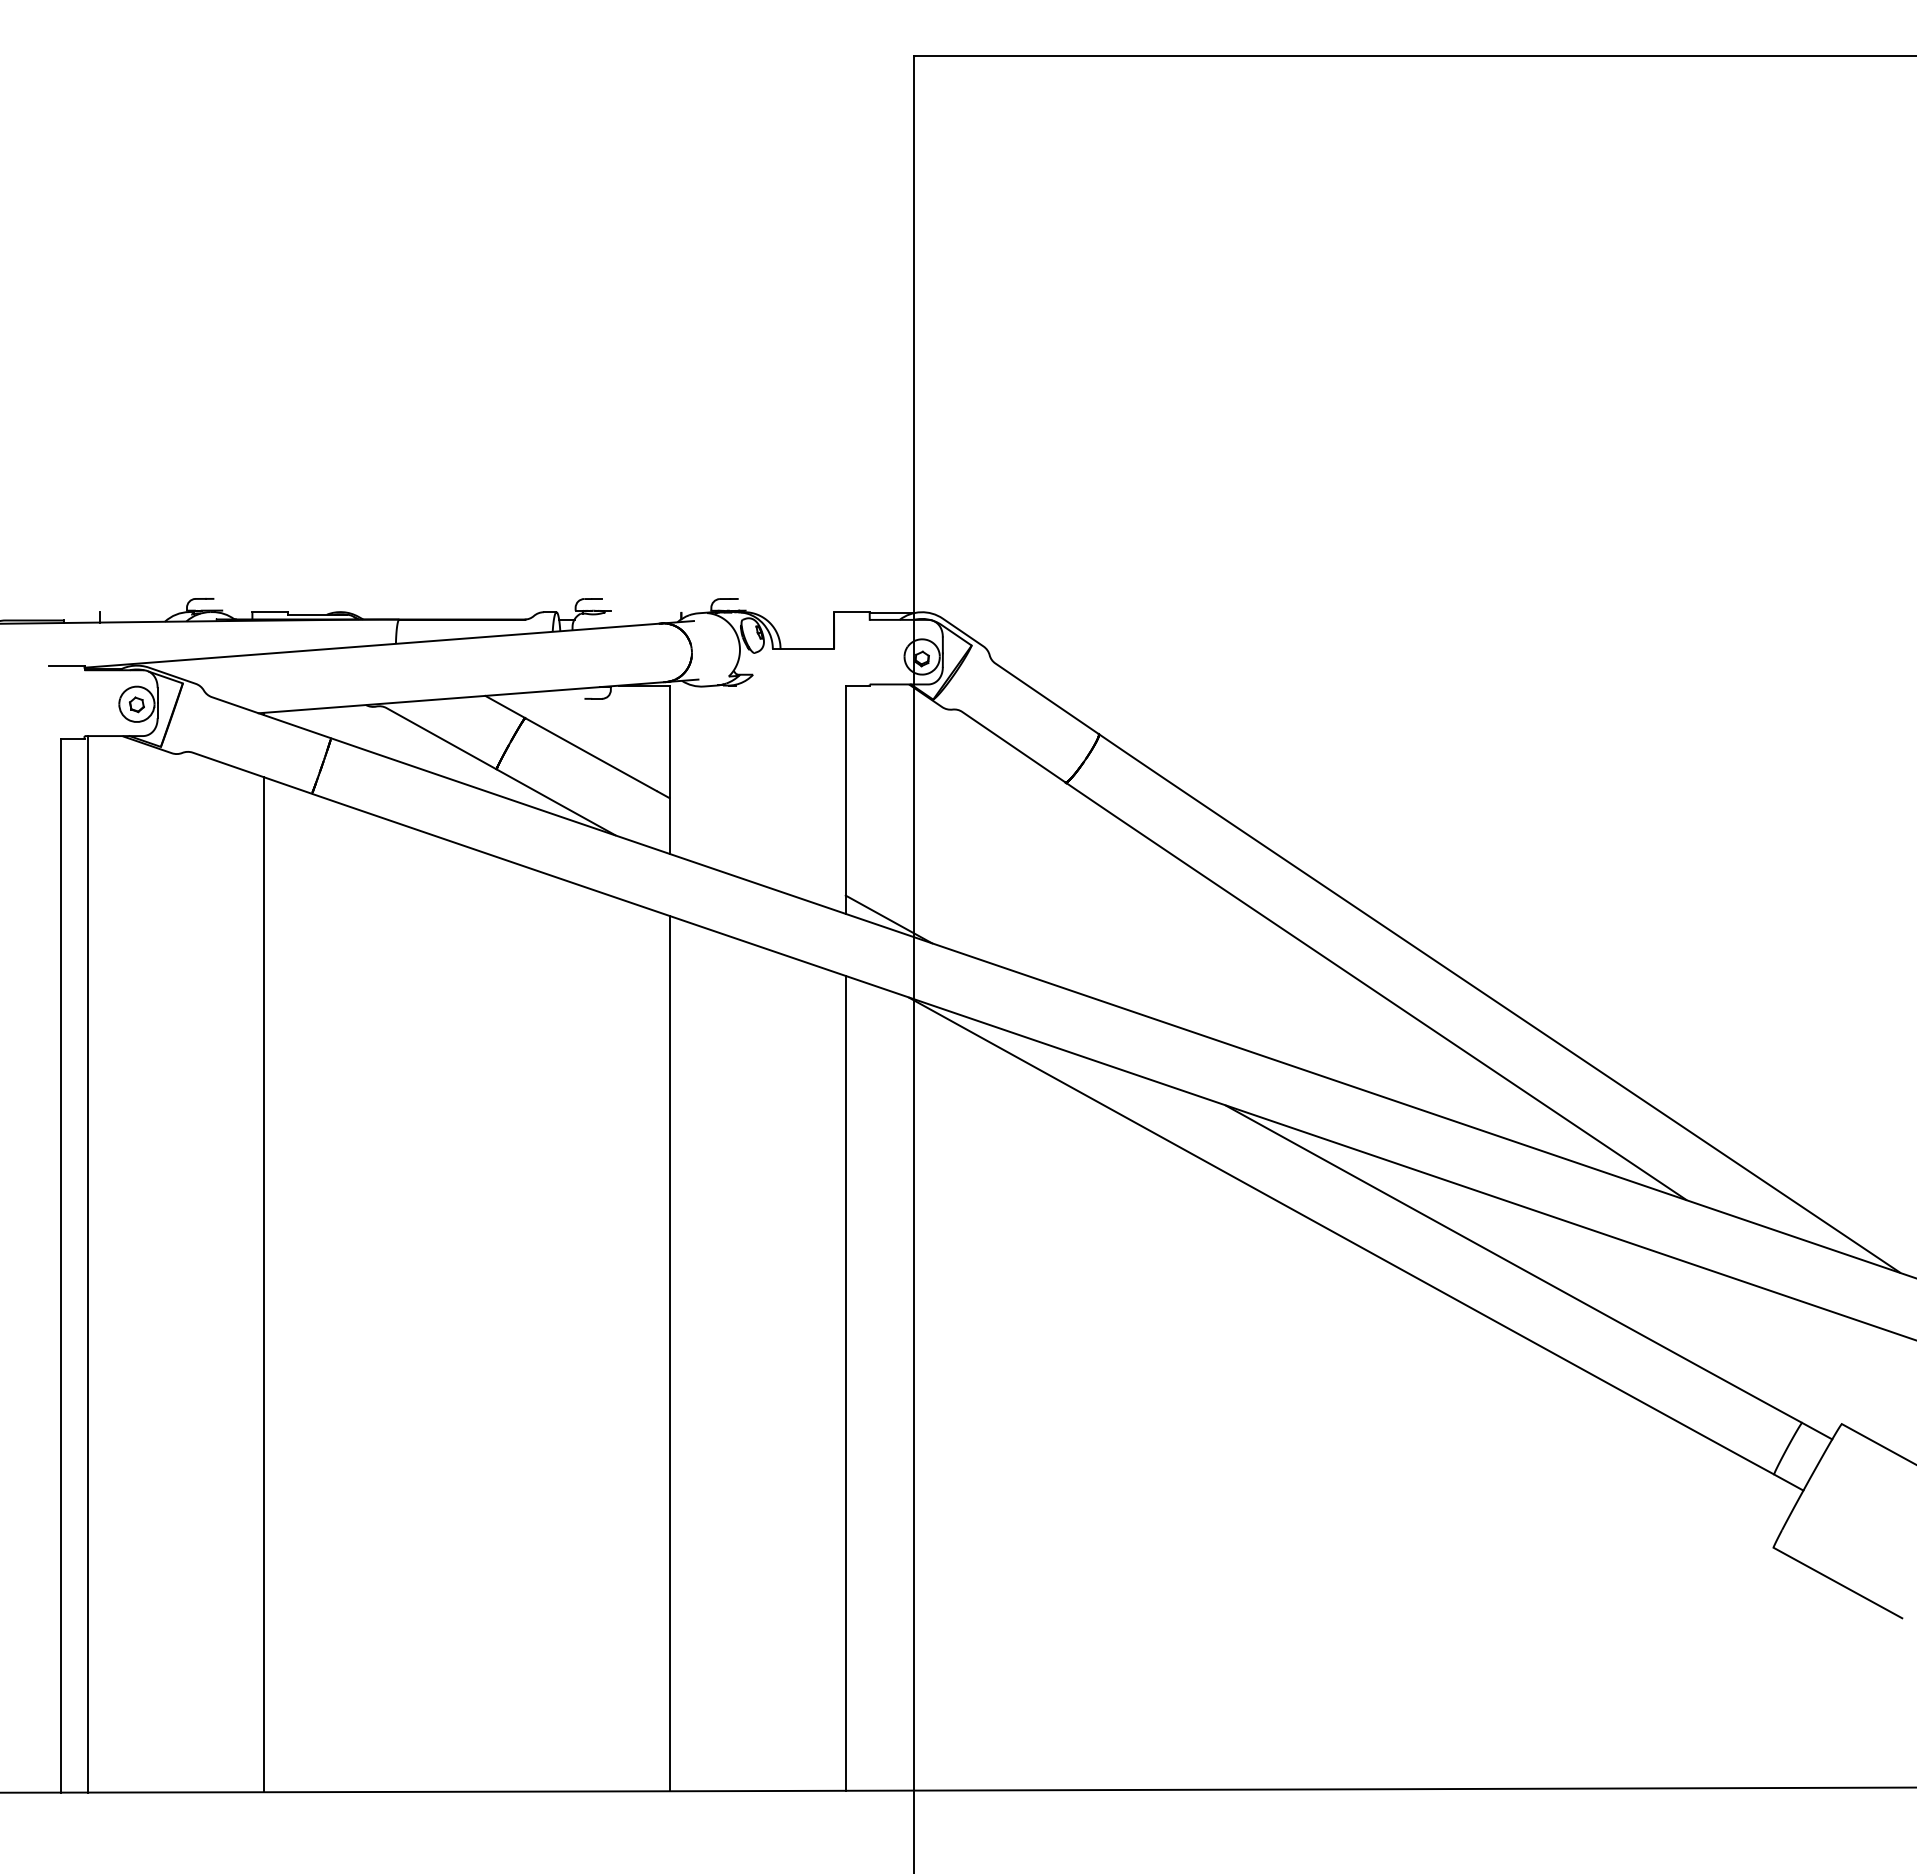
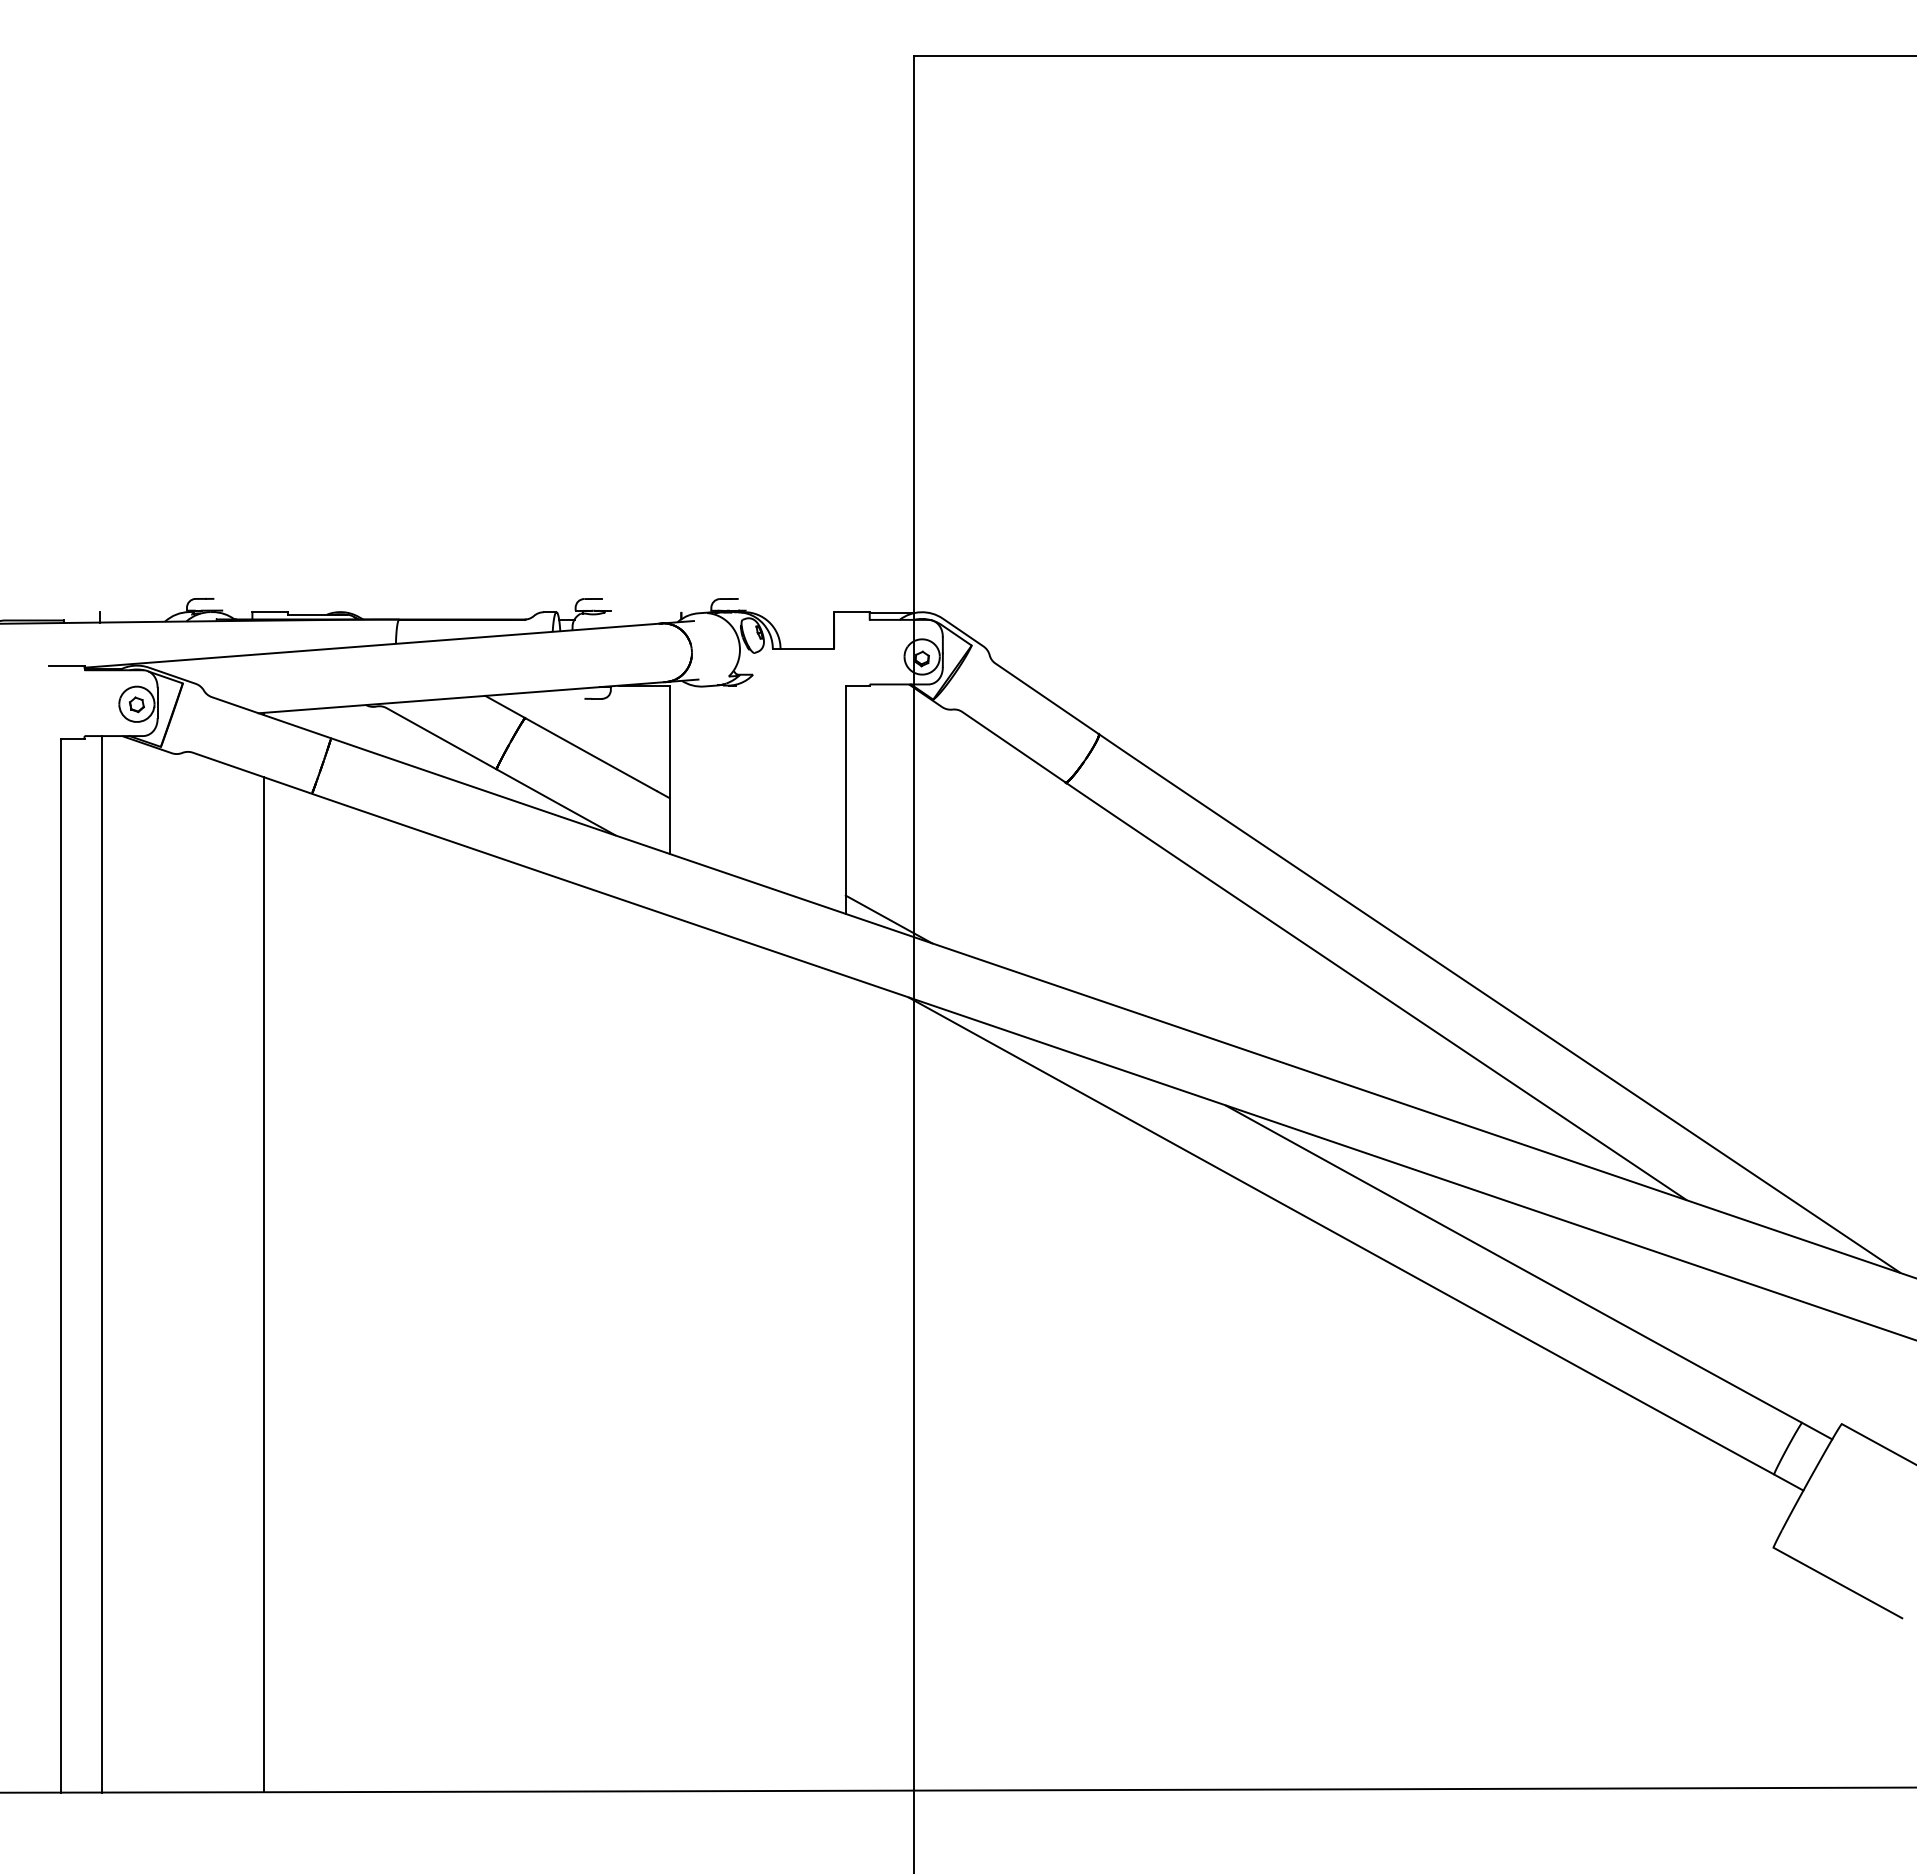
line at (87, 1264) position: (87, 1264) -> (101, 1264)
line at (669, 1353): present -> none
line at (845, 1382): present -> none
